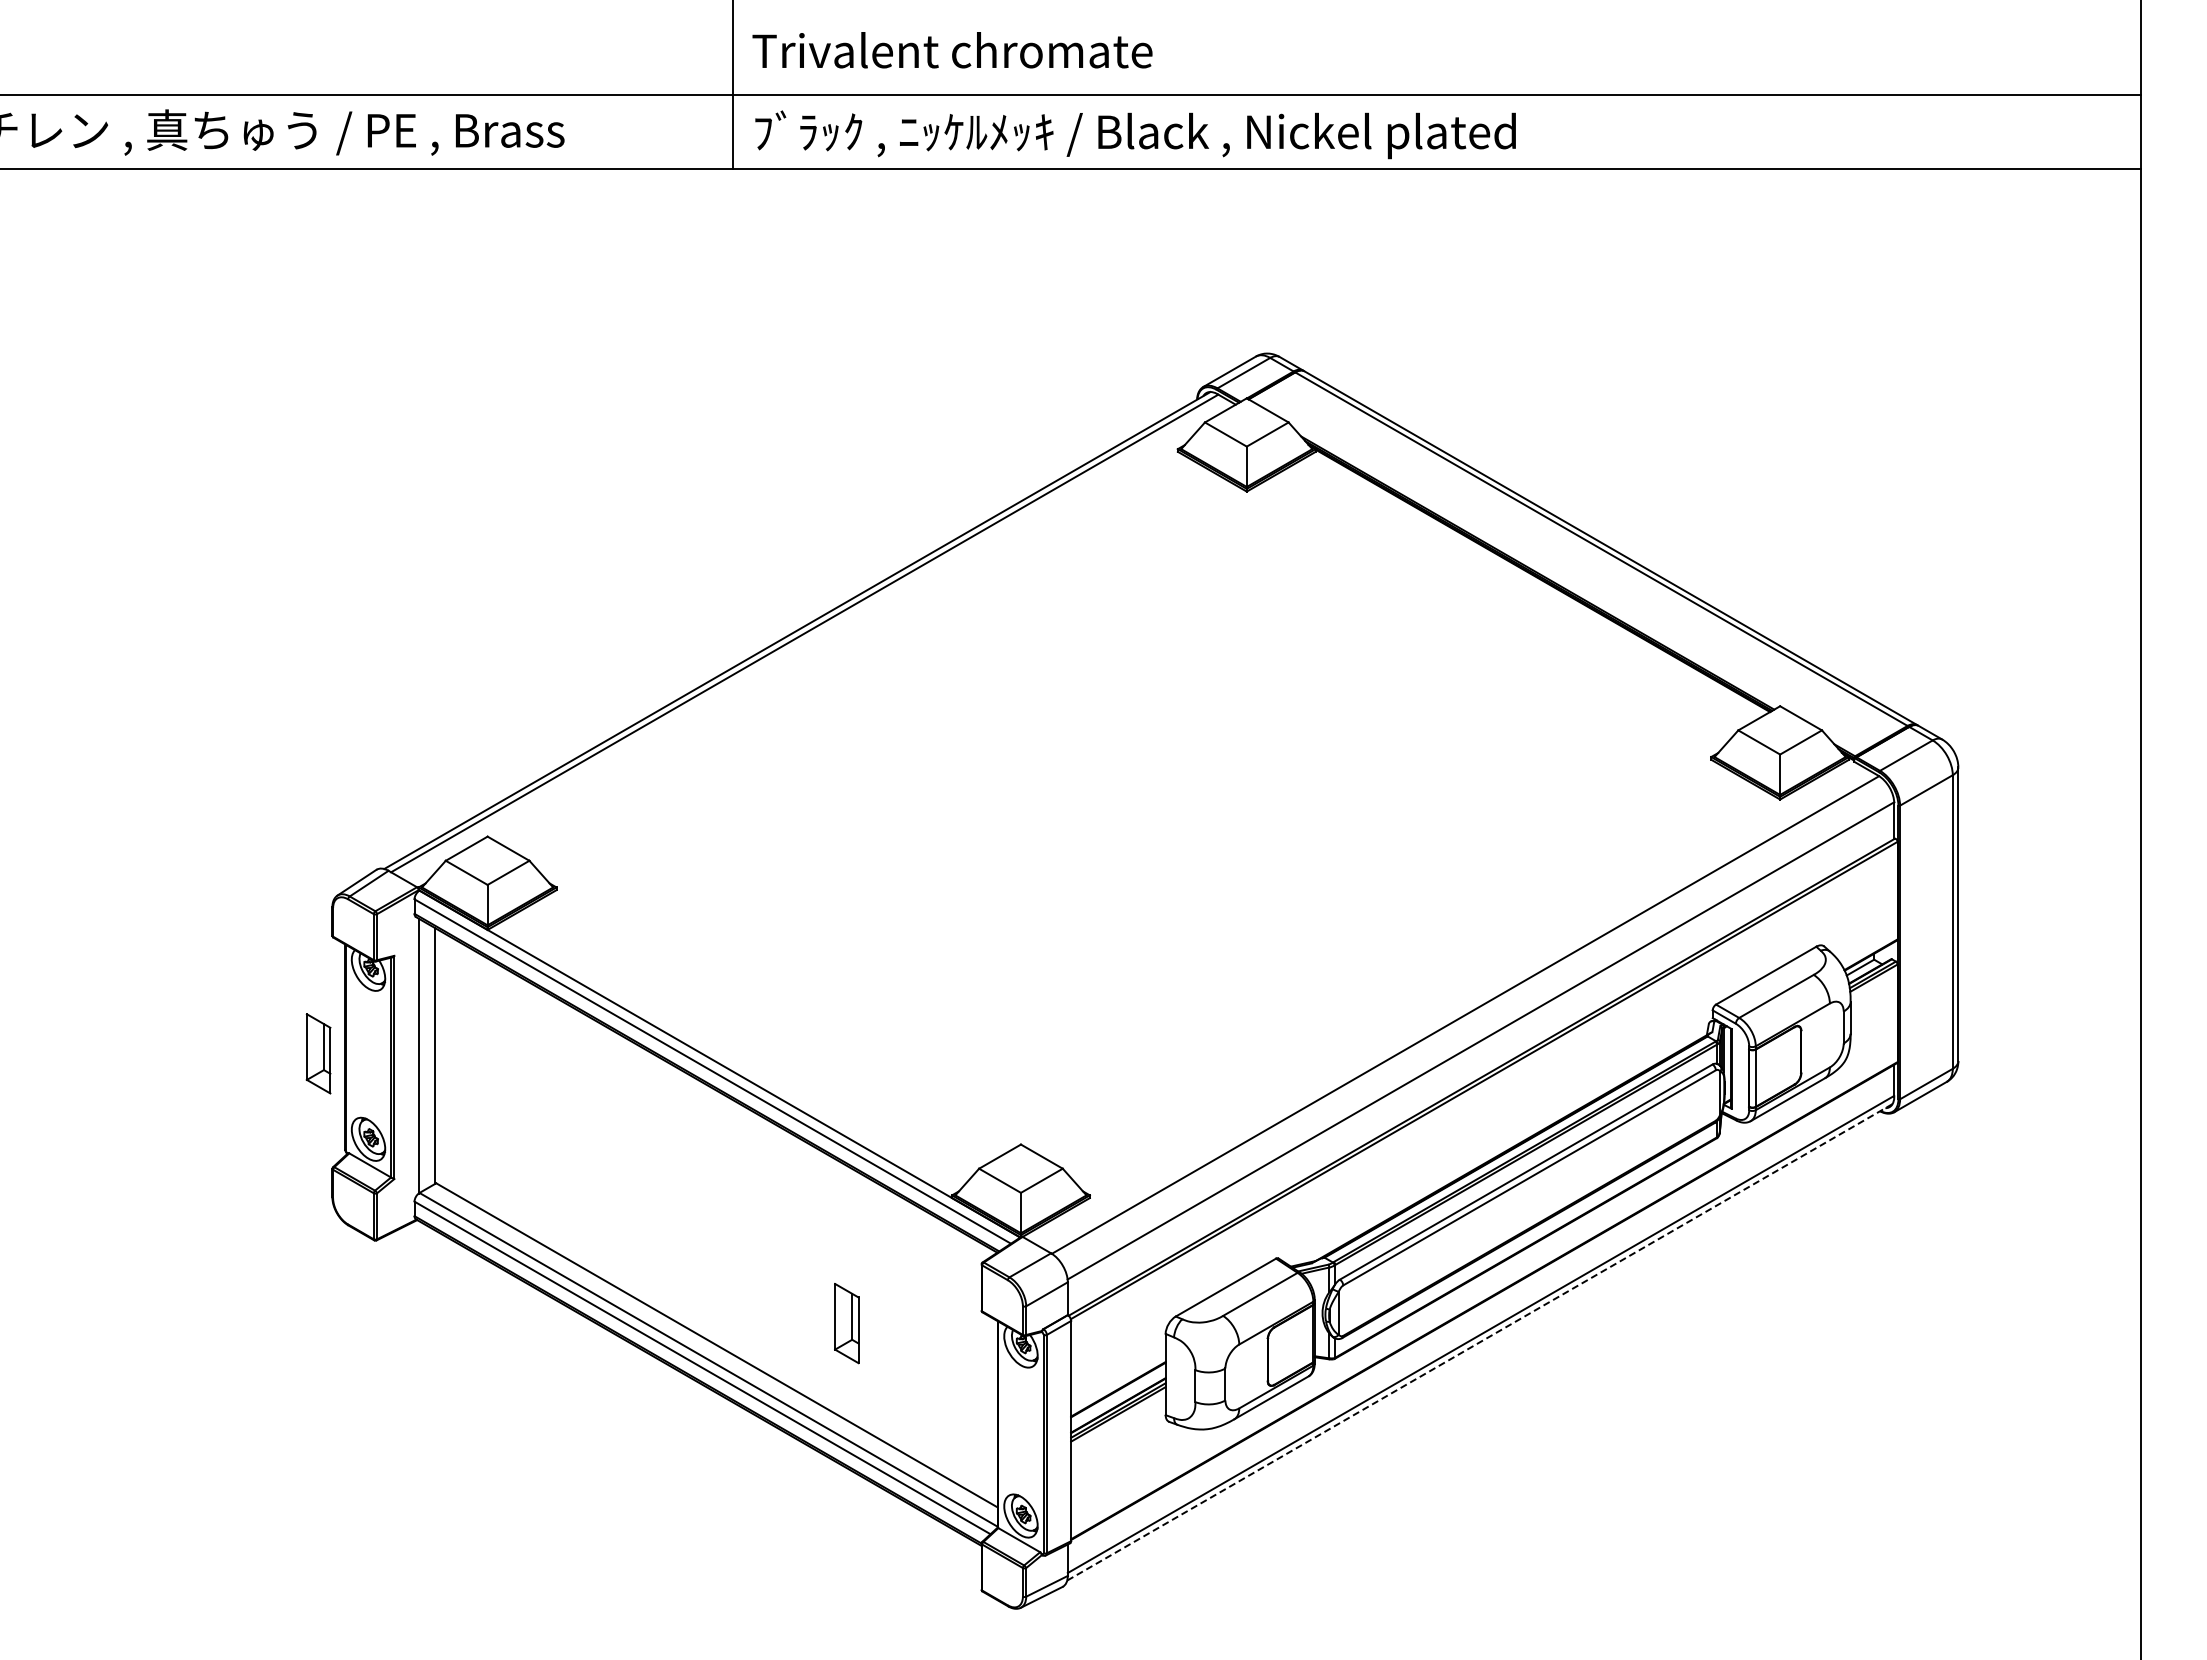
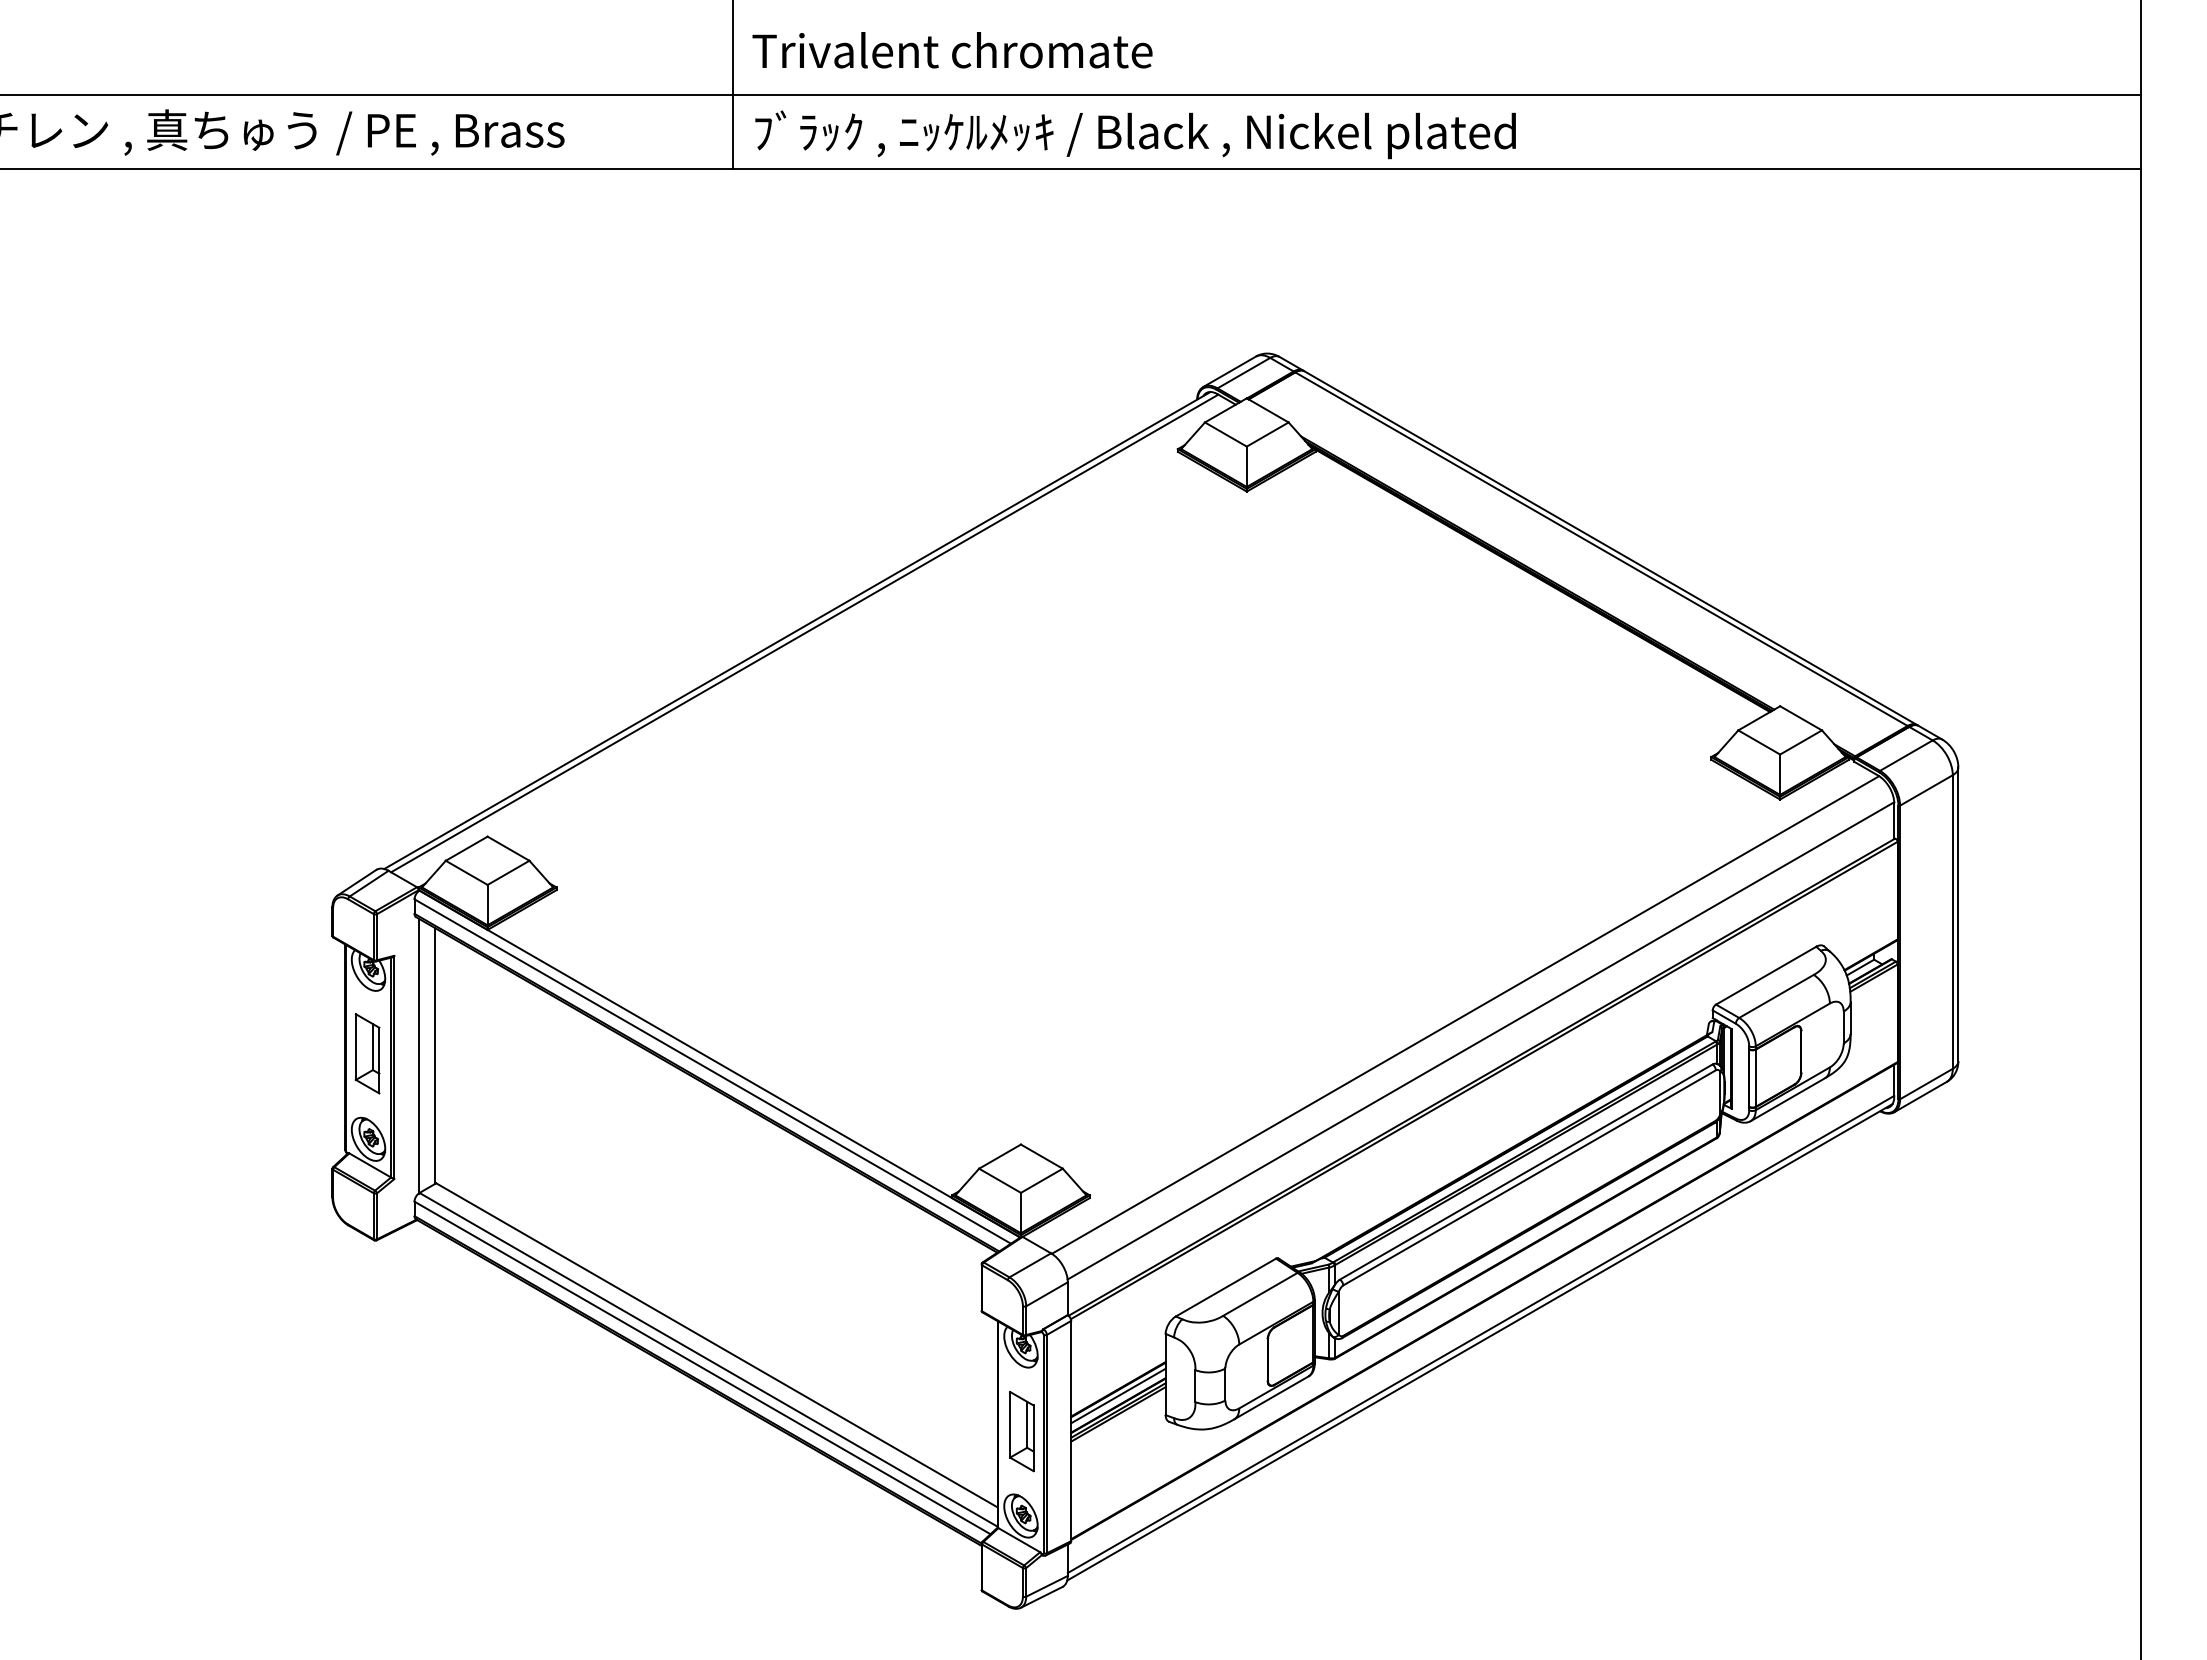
part at (318, 1053) position: (318, 1053) -> (367, 1053)
part at (846, 1323) position: (846, 1323) -> (1021, 1431)
line at (1479, 1342): dashed -> solid
line at (1118, 1395): none -> present
